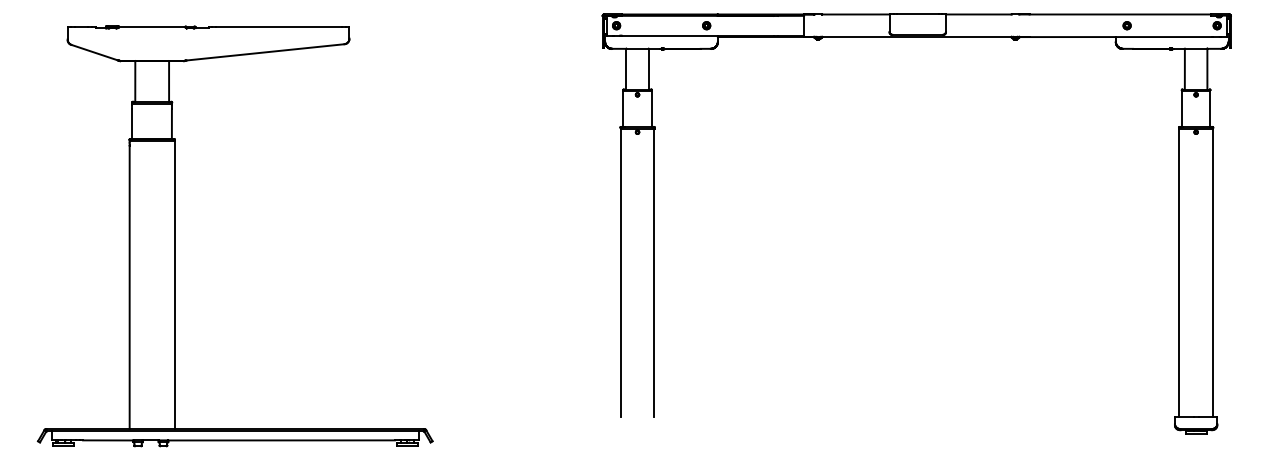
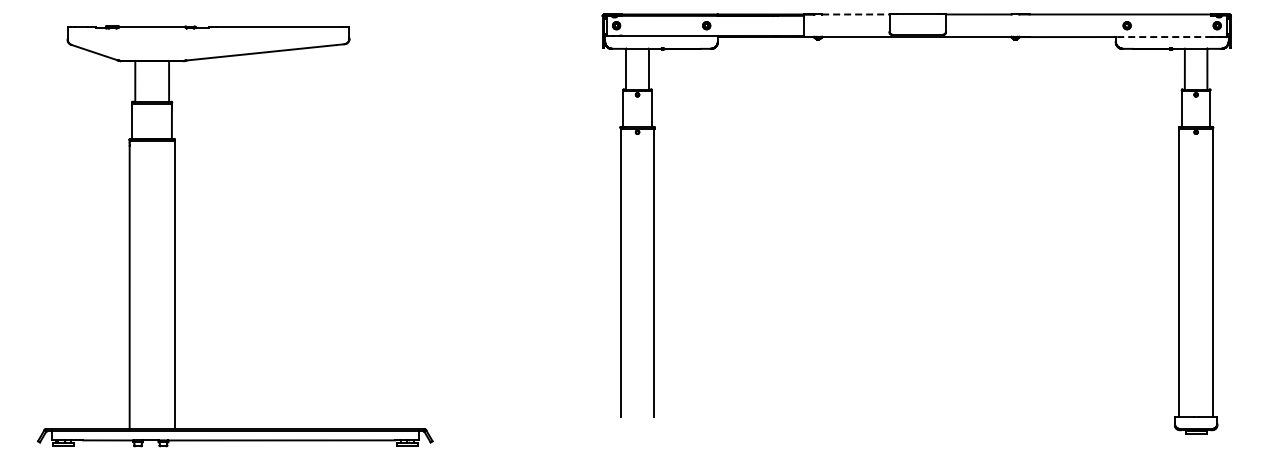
line at (855, 14): solid -> dashed
line at (1163, 37): solid -> dashed
